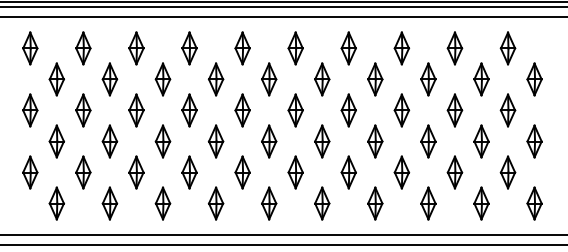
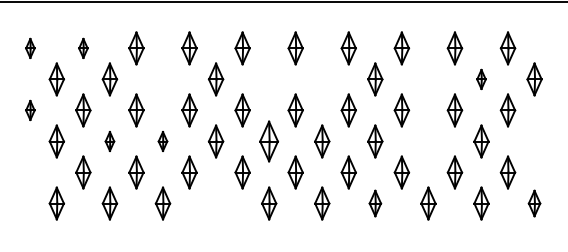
line at (283, 7): present -> none
line at (283, 17): present -> none
part at (30, 48) size: 17x35 px -> 11x22 px
part at (83, 48) size: 17x35 px -> 11x22 px
part at (162, 79): present -> none
part at (269, 79): present -> none
part at (322, 79): present -> none
part at (428, 79): present -> none
part at (481, 79) size: 17x35 px -> 11x23 px
part at (30, 110) size: 17x35 px -> 11x23 px
part at (109, 141) size: 18x35 px -> 12x21 px
part at (162, 141) size: 18x35 px -> 12x21 px
part at (269, 141) size: 17x35 px -> 20x43 px
part at (428, 141): present -> none
part at (534, 141): present -> none
part at (30, 172): present -> none
part at (215, 203): present -> none
part at (375, 203) size: 17x35 px -> 15x29 px
part at (534, 203) size: 17x35 px -> 15x29 px
line at (283, 234): present -> none
line at (283, 244): present -> none
